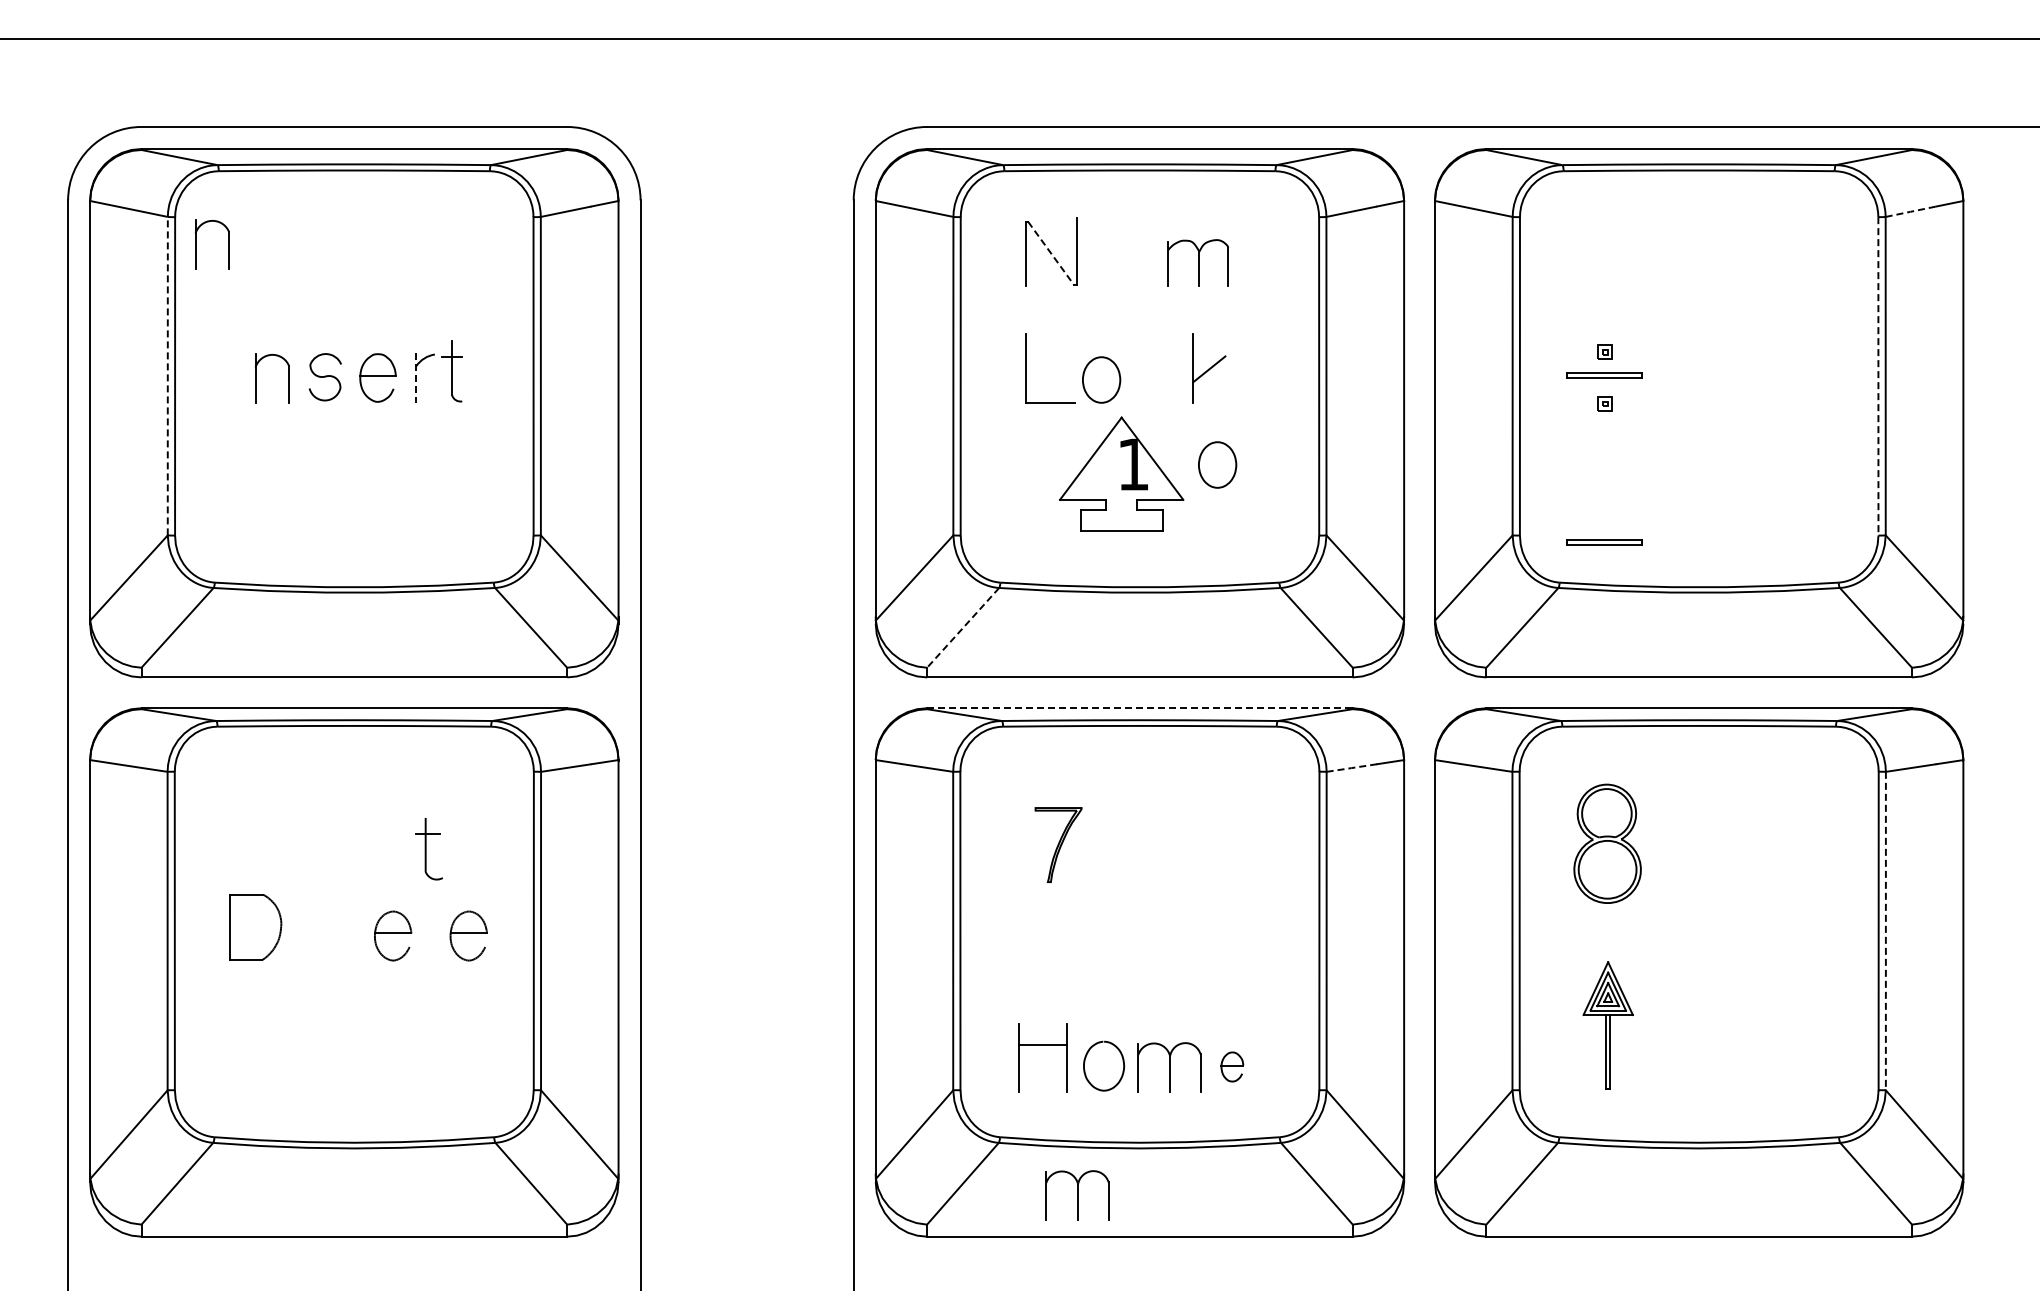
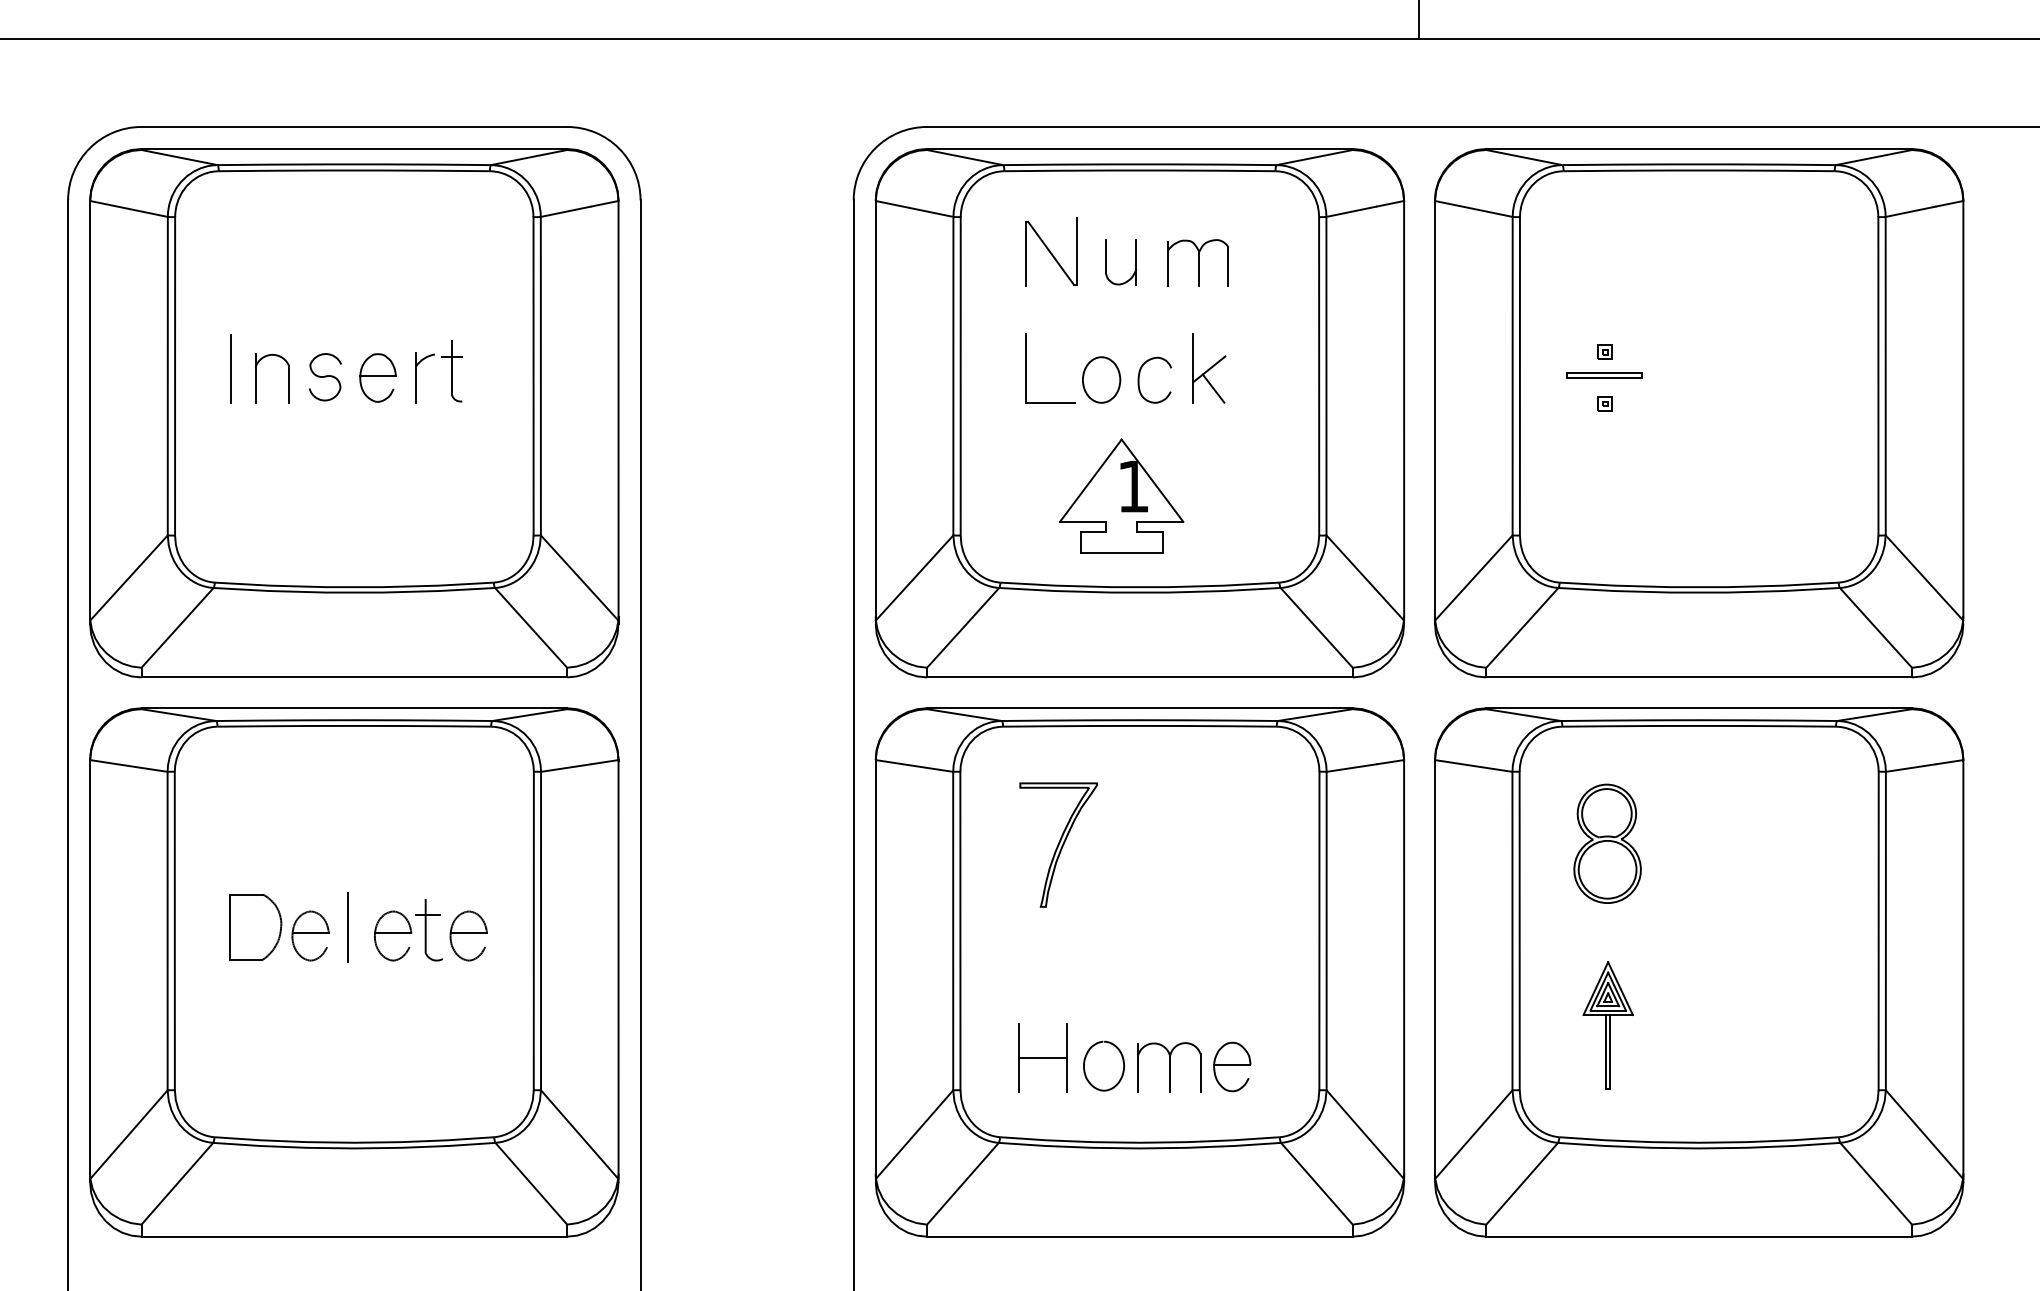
line at (1418, 20): none -> present
line at (1910, 211): dashed -> solid
part at (196, 244): present -> none
line at (1051, 253): dashed -> solid
part at (1106, 262): none -> present
line at (230, 369): none -> present
line at (167, 375): dashed -> solid
line at (1878, 376): dashed -> solid
line at (416, 378): dashed -> solid
curve at (1139, 379): none -> present
line at (1213, 388): none -> present
part at (1217, 464): present -> none
part at (1121, 473) position: (1121, 473) -> (1121, 495)
part at (1604, 542): present -> none
line at (963, 627): dashed -> solid
line at (1139, 708): dashed -> solid
line at (1351, 768): dashed -> solid
part at (1058, 844) size: 49x76 px -> 79x126 px
part at (428, 849) position: (428, 849) -> (428, 930)
line at (347, 927): none -> present
line at (1885, 931): dashed -> solid
part at (310, 935): none -> present
line at (1042, 1044) position: (1042, 1044) -> (1042, 1057)
part at (1232, 1066) size: 25x32 px -> 39x52 px
part at (1077, 1195): present -> none
